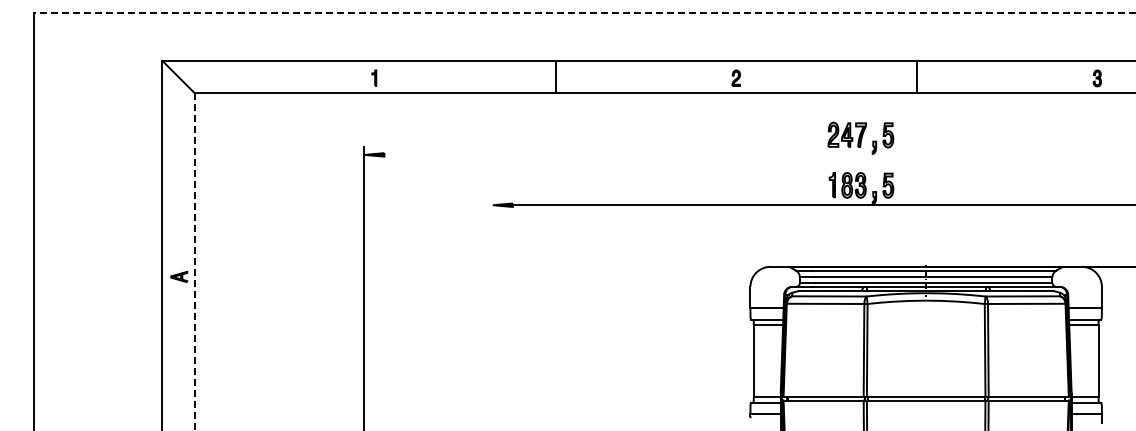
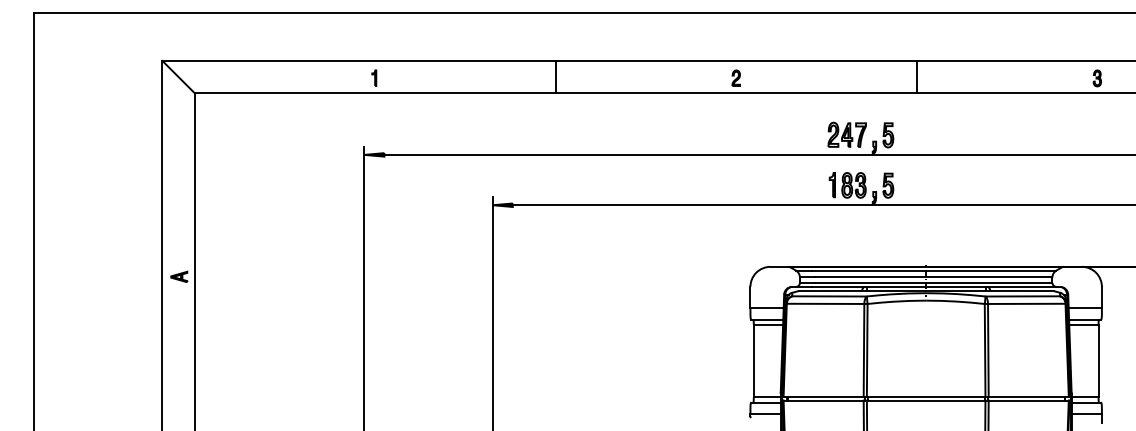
line at (584, 12): dashed -> solid
line at (758, 154): none -> present
line at (194, 262): dashed -> solid
line at (492, 312): none -> present
